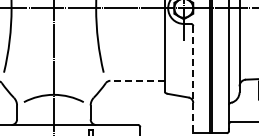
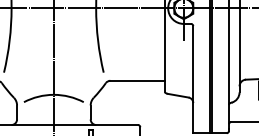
line at (193, 79): dashed -> solid
line at (137, 80): dashed -> solid
